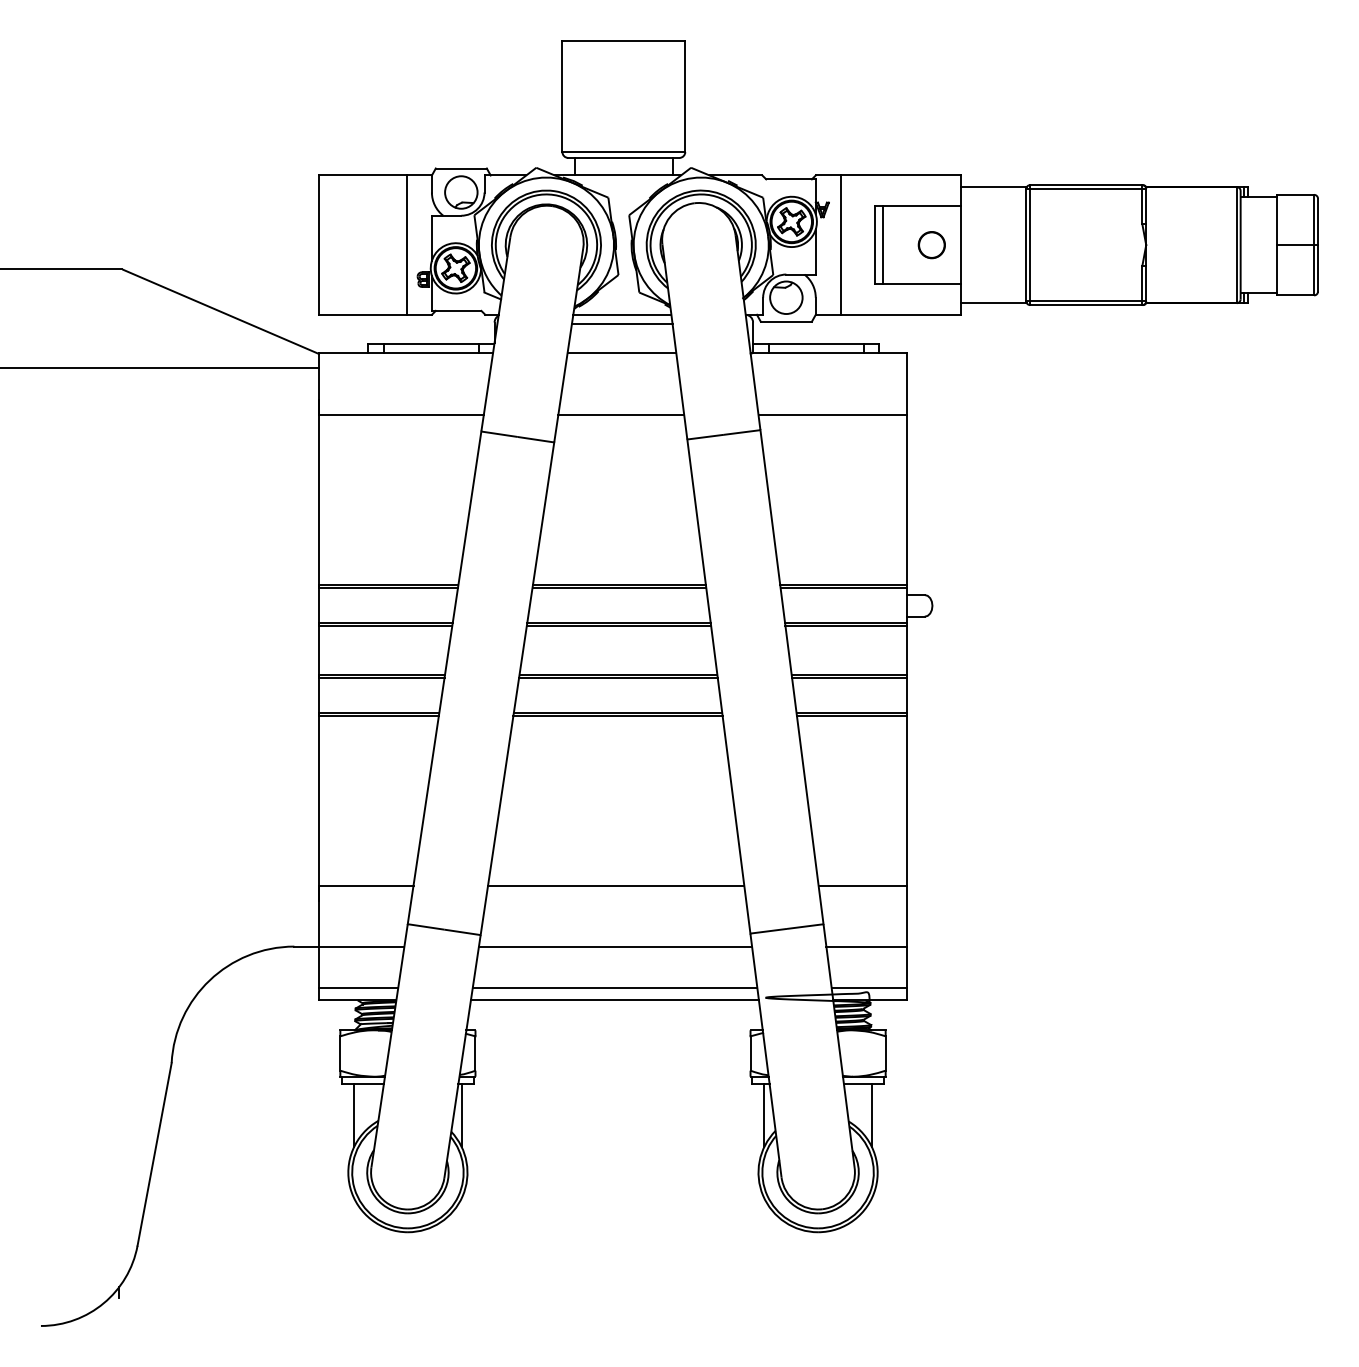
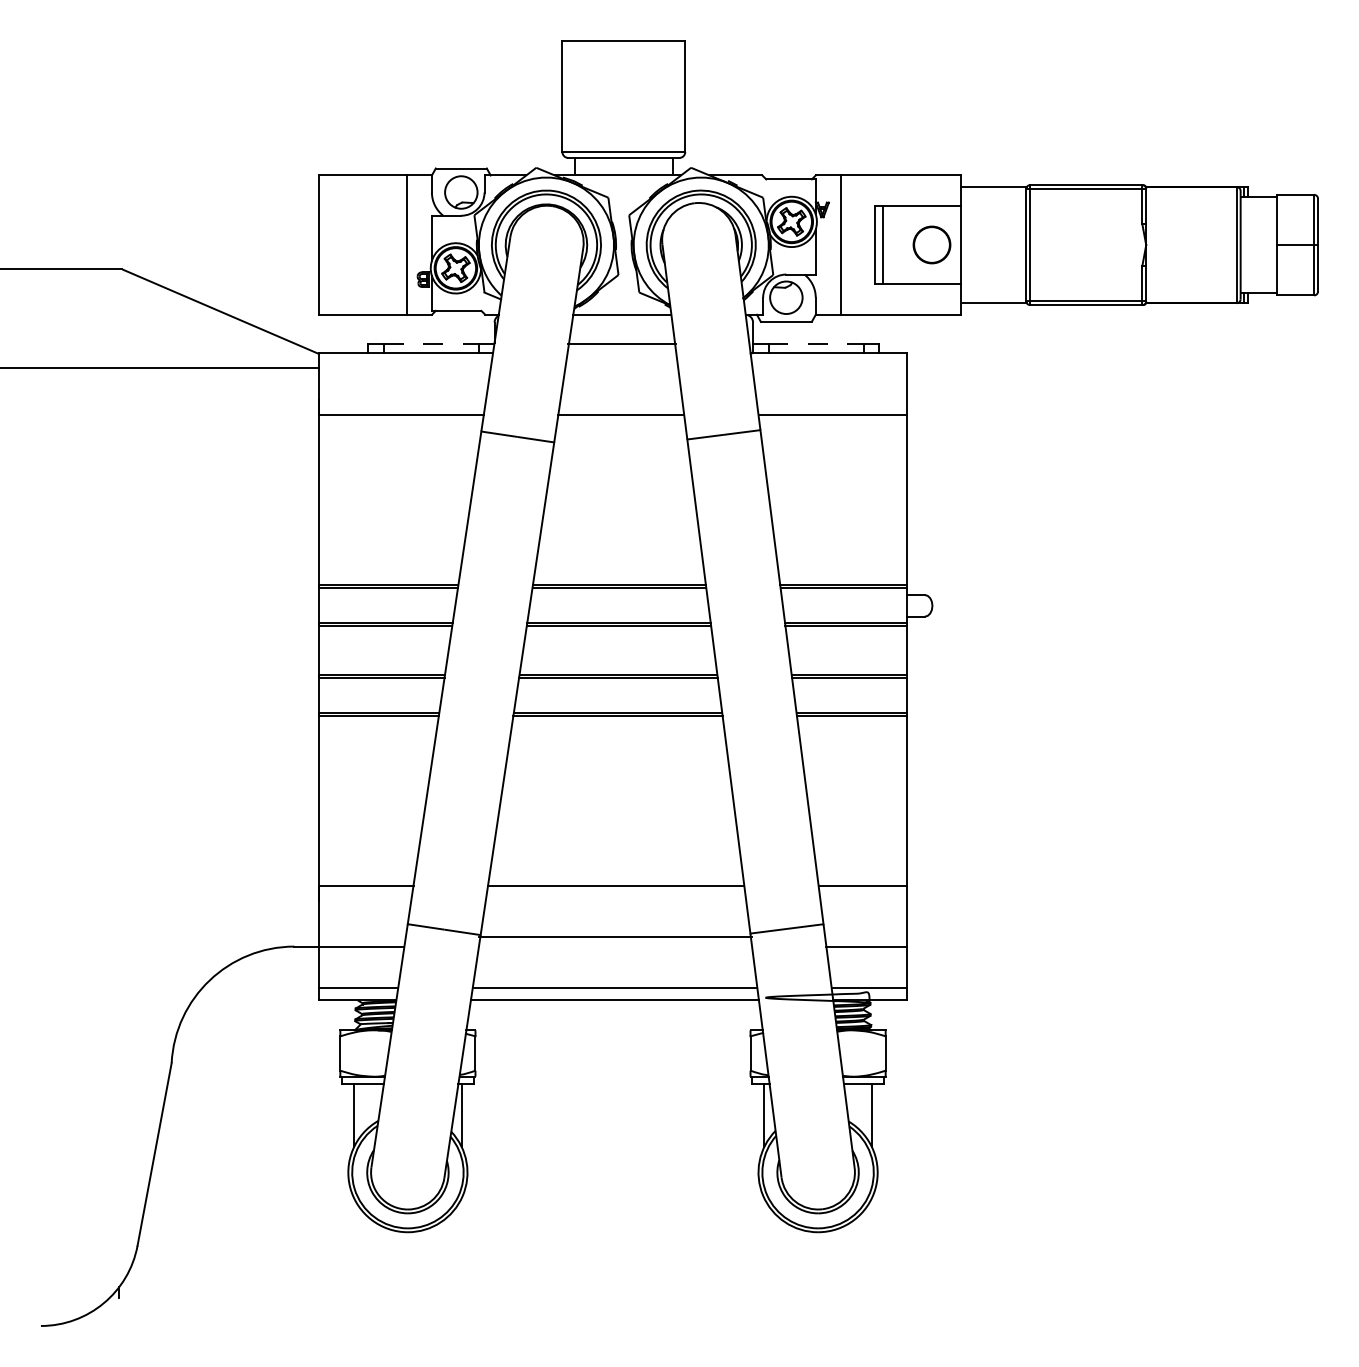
circle at (931, 245) size: 29x29 px -> 40x40 px
line at (621, 324): present -> none
line at (431, 344): solid -> dashed
line at (816, 344): solid -> dashed
line at (621, 353) position: (621, 353) -> (621, 344)
line at (615, 947) position: (615, 947) -> (615, 937)
